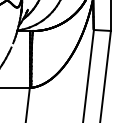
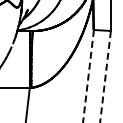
line at (88, 76): solid -> dashed
line at (105, 76): solid -> dashed
